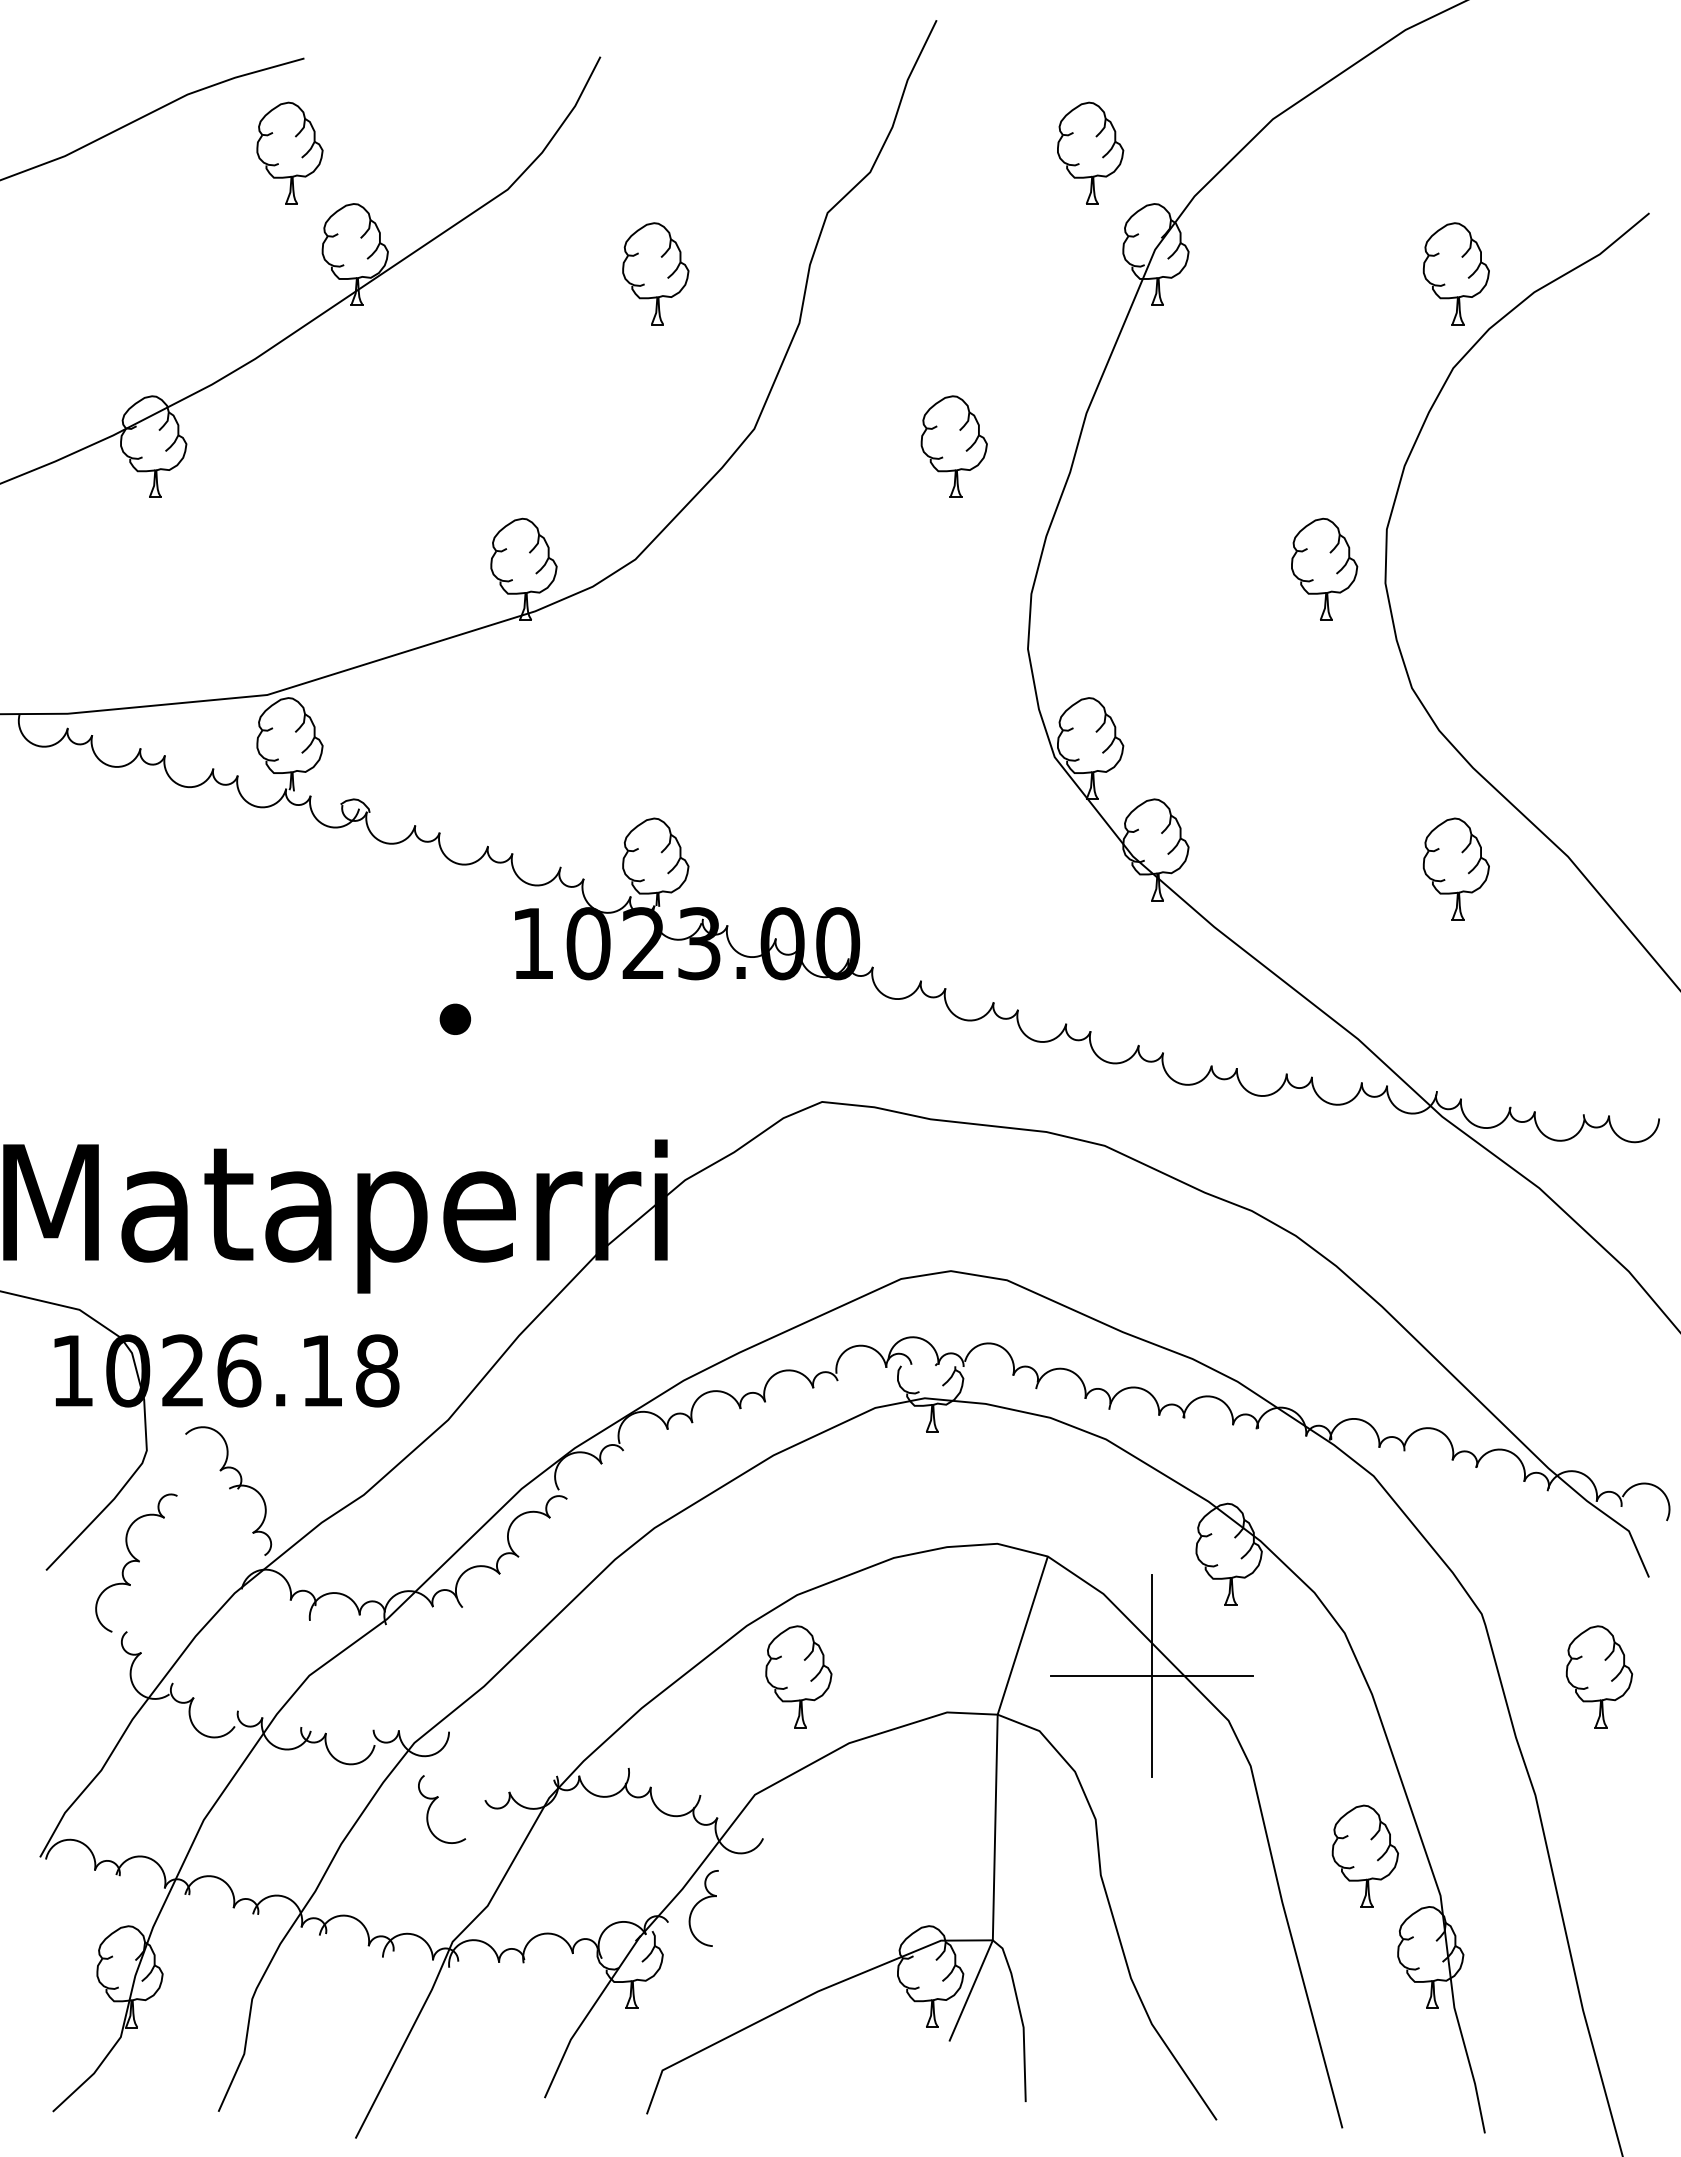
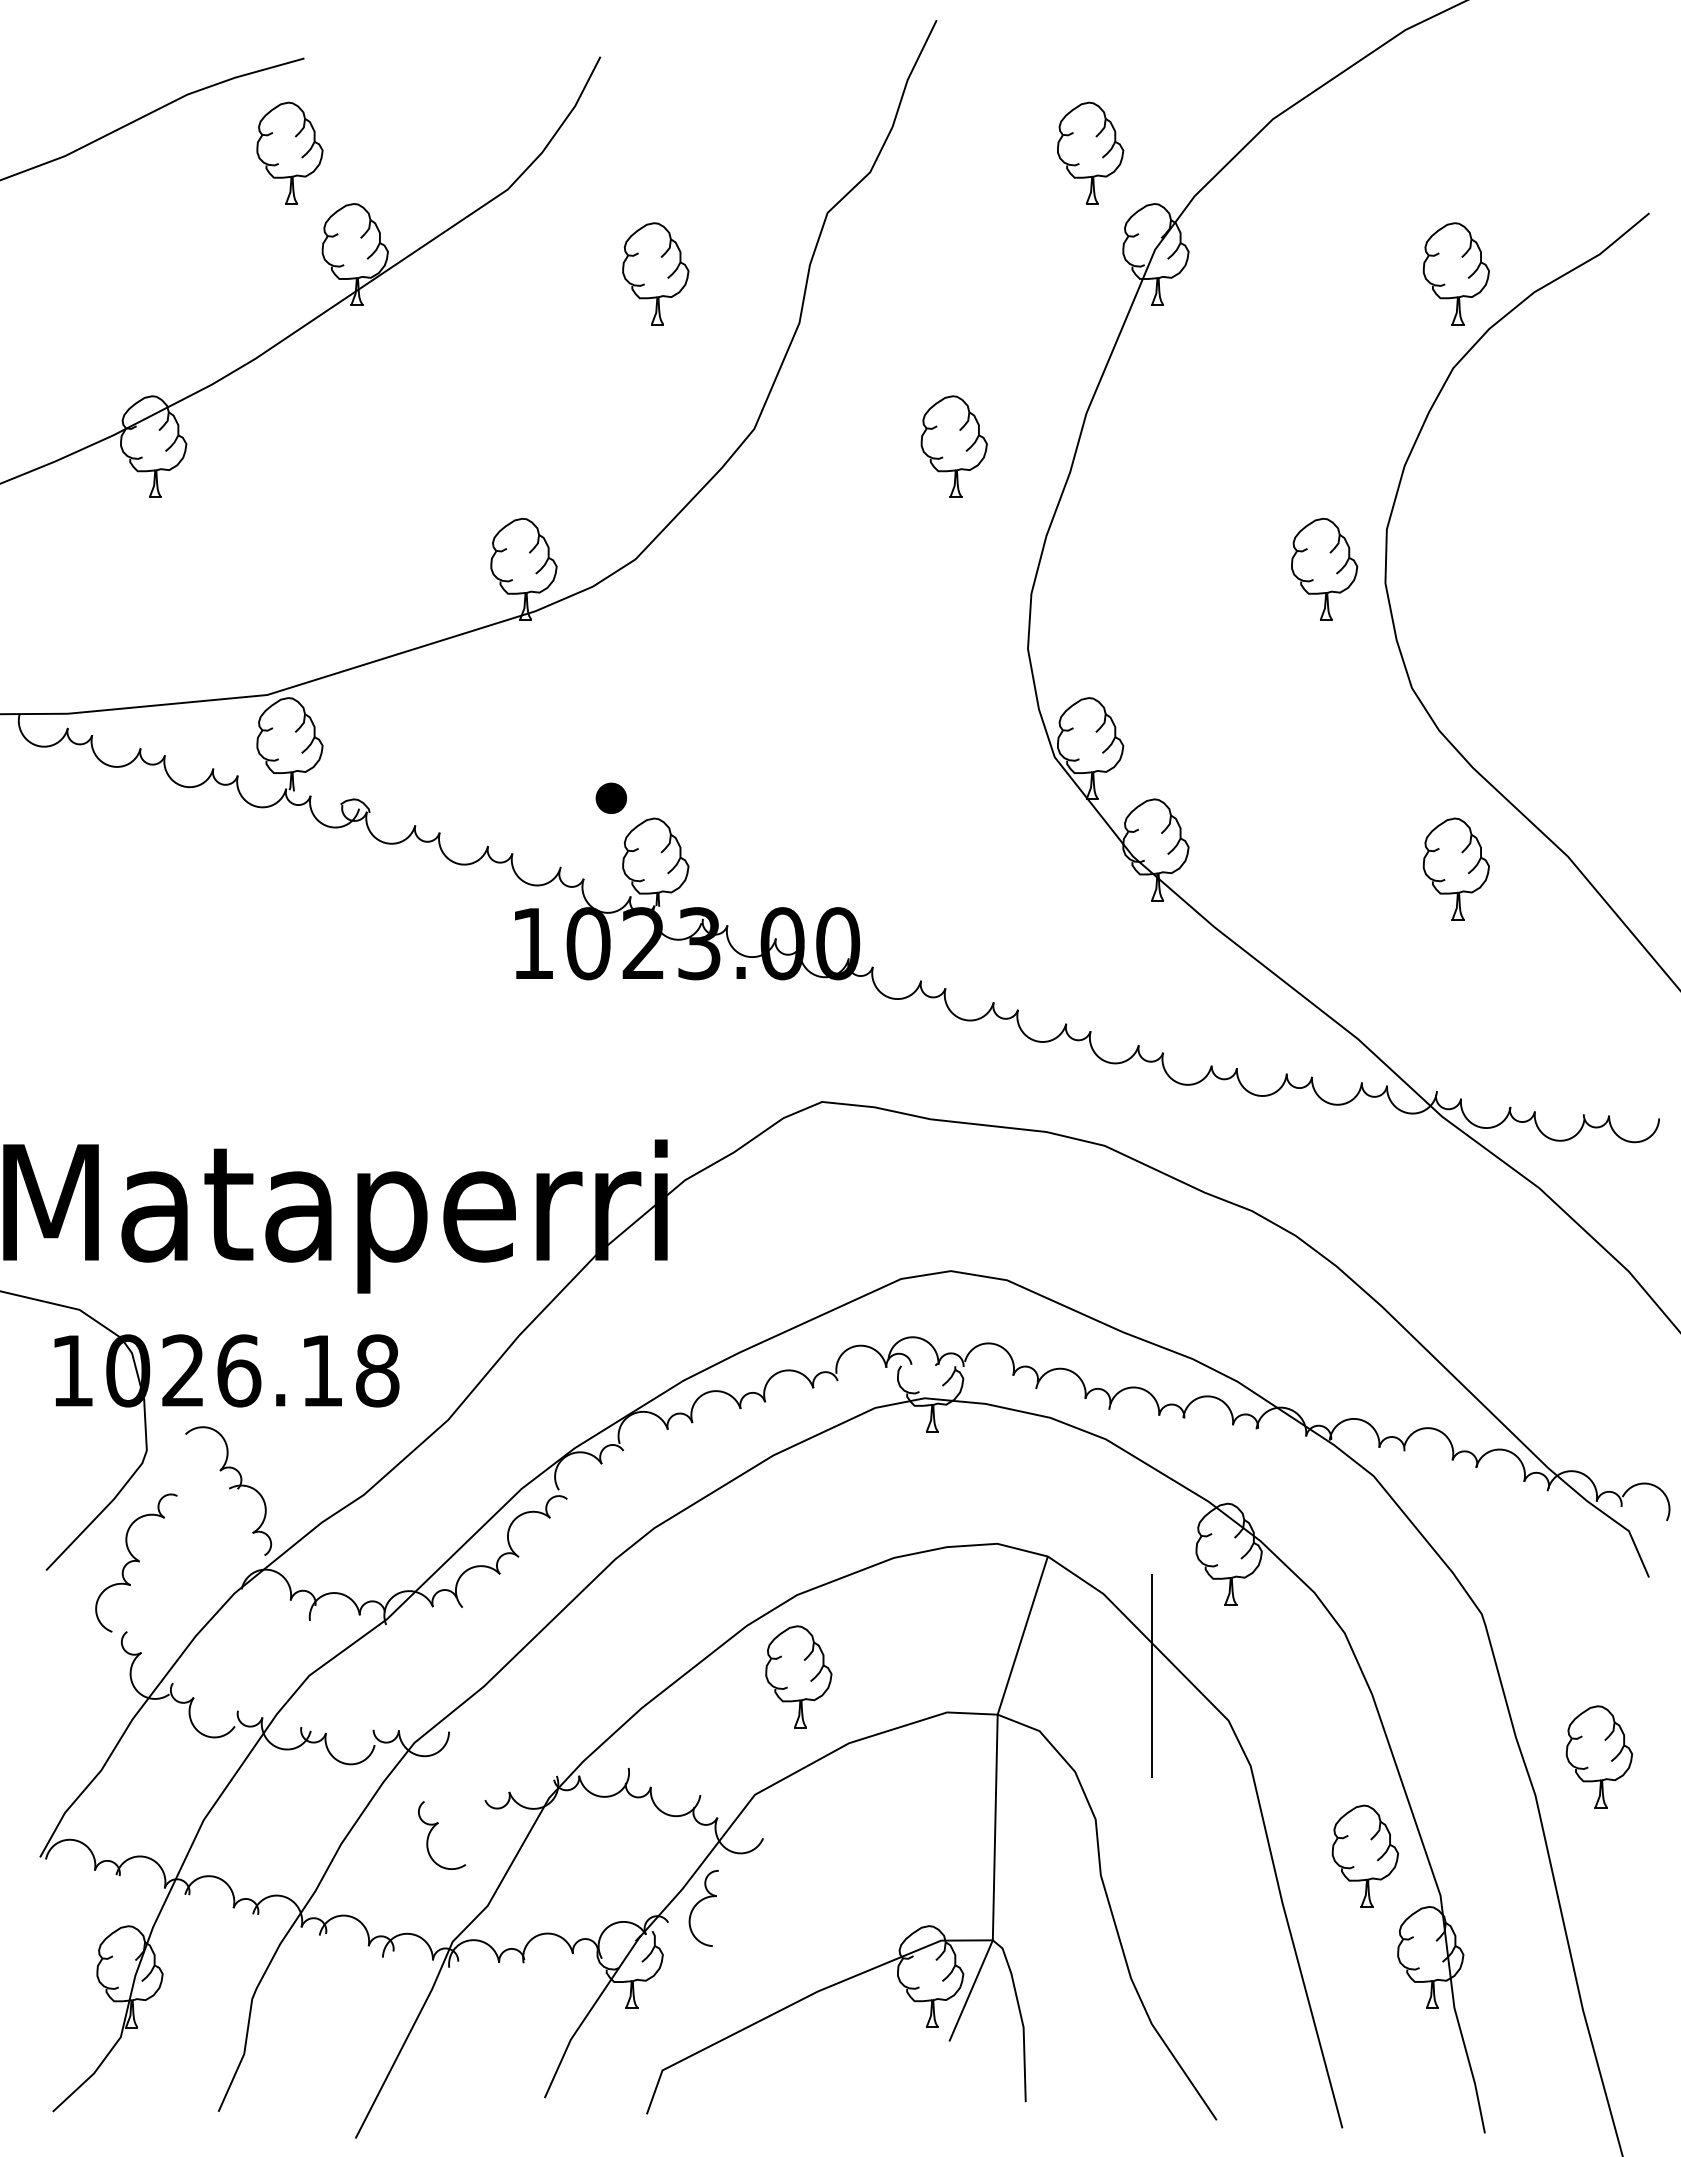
part at (455, 1018) position: (455, 1018) -> (611, 797)
line at (1152, 1676): present -> none
part at (1599, 1676) position: (1599, 1676) -> (1599, 1756)
part at (432, 1804) position: (432, 1804) -> (432, 1830)
